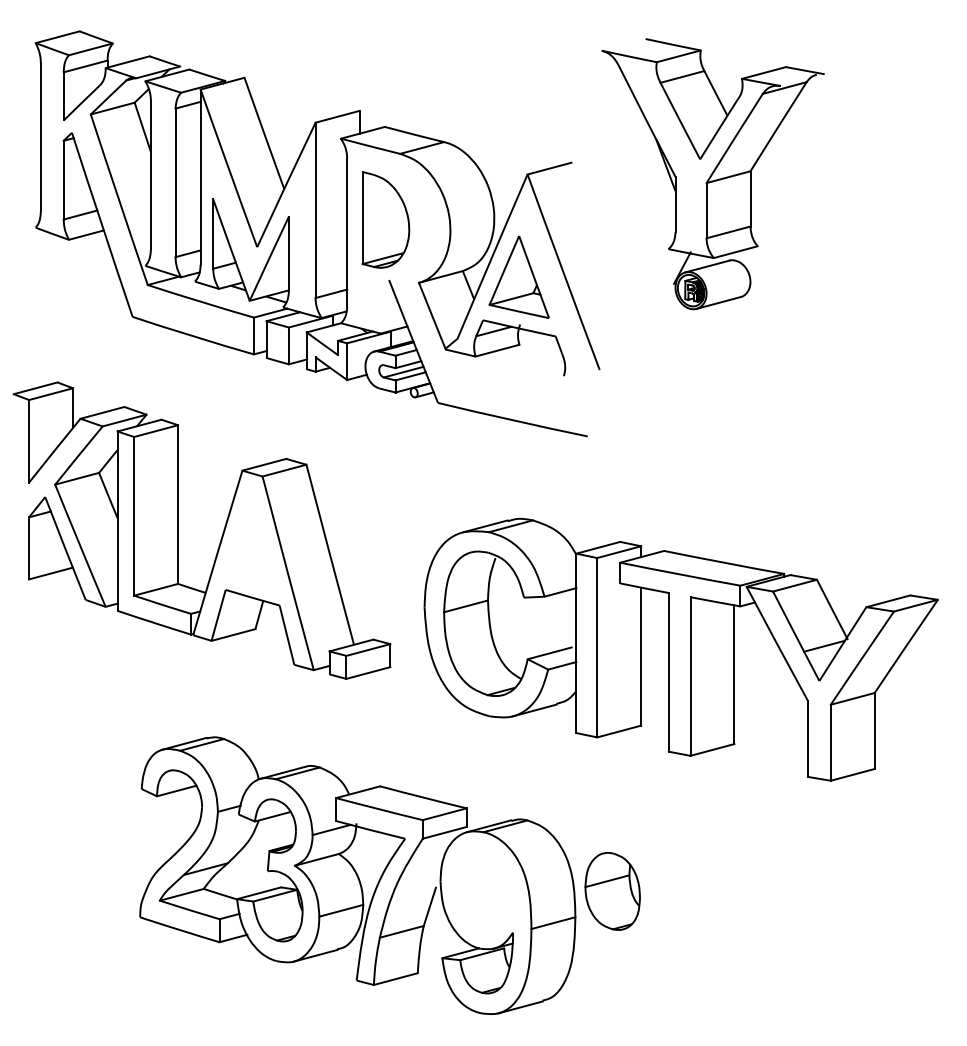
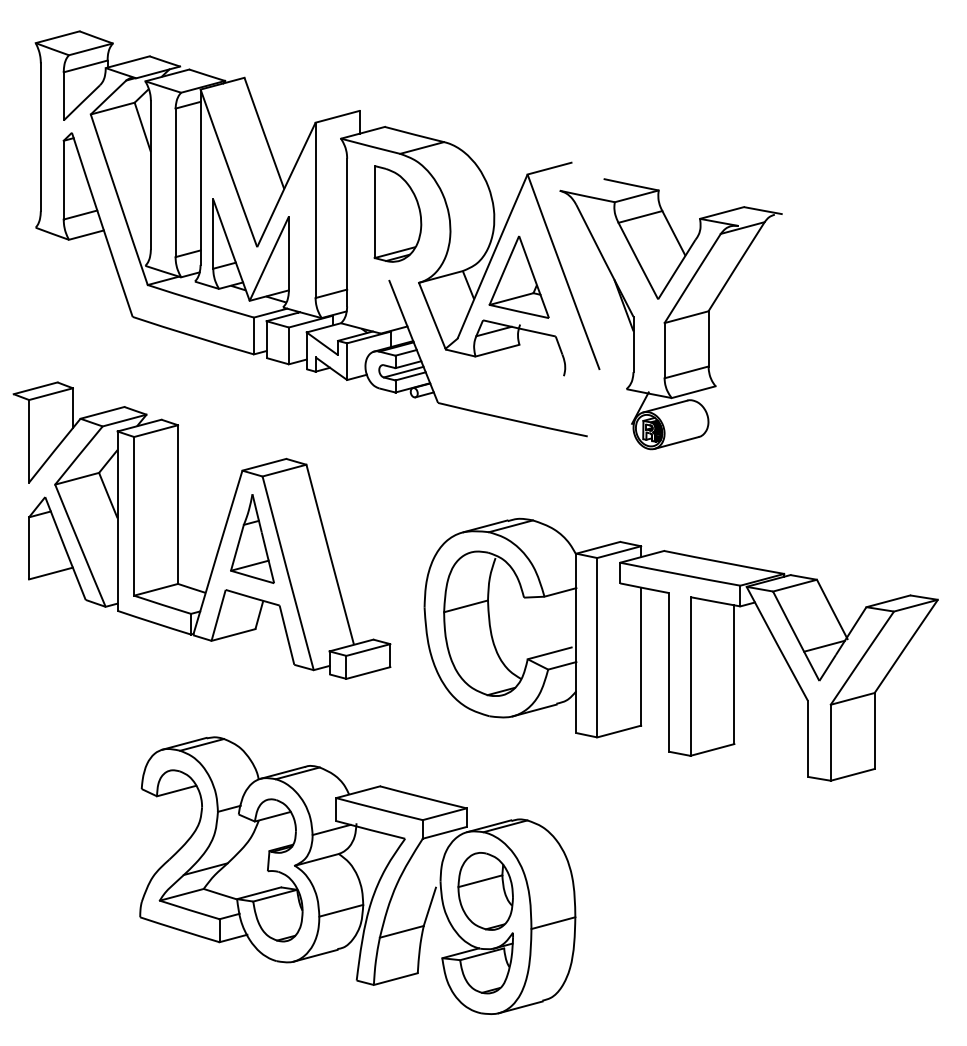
part at (712, 174) position: (712, 174) -> (670, 314)
part at (385, 219) position: (385, 219) -> (397, 213)
part at (252, 538): none -> present
part at (612, 891) position: (612, 891) -> (485, 891)
